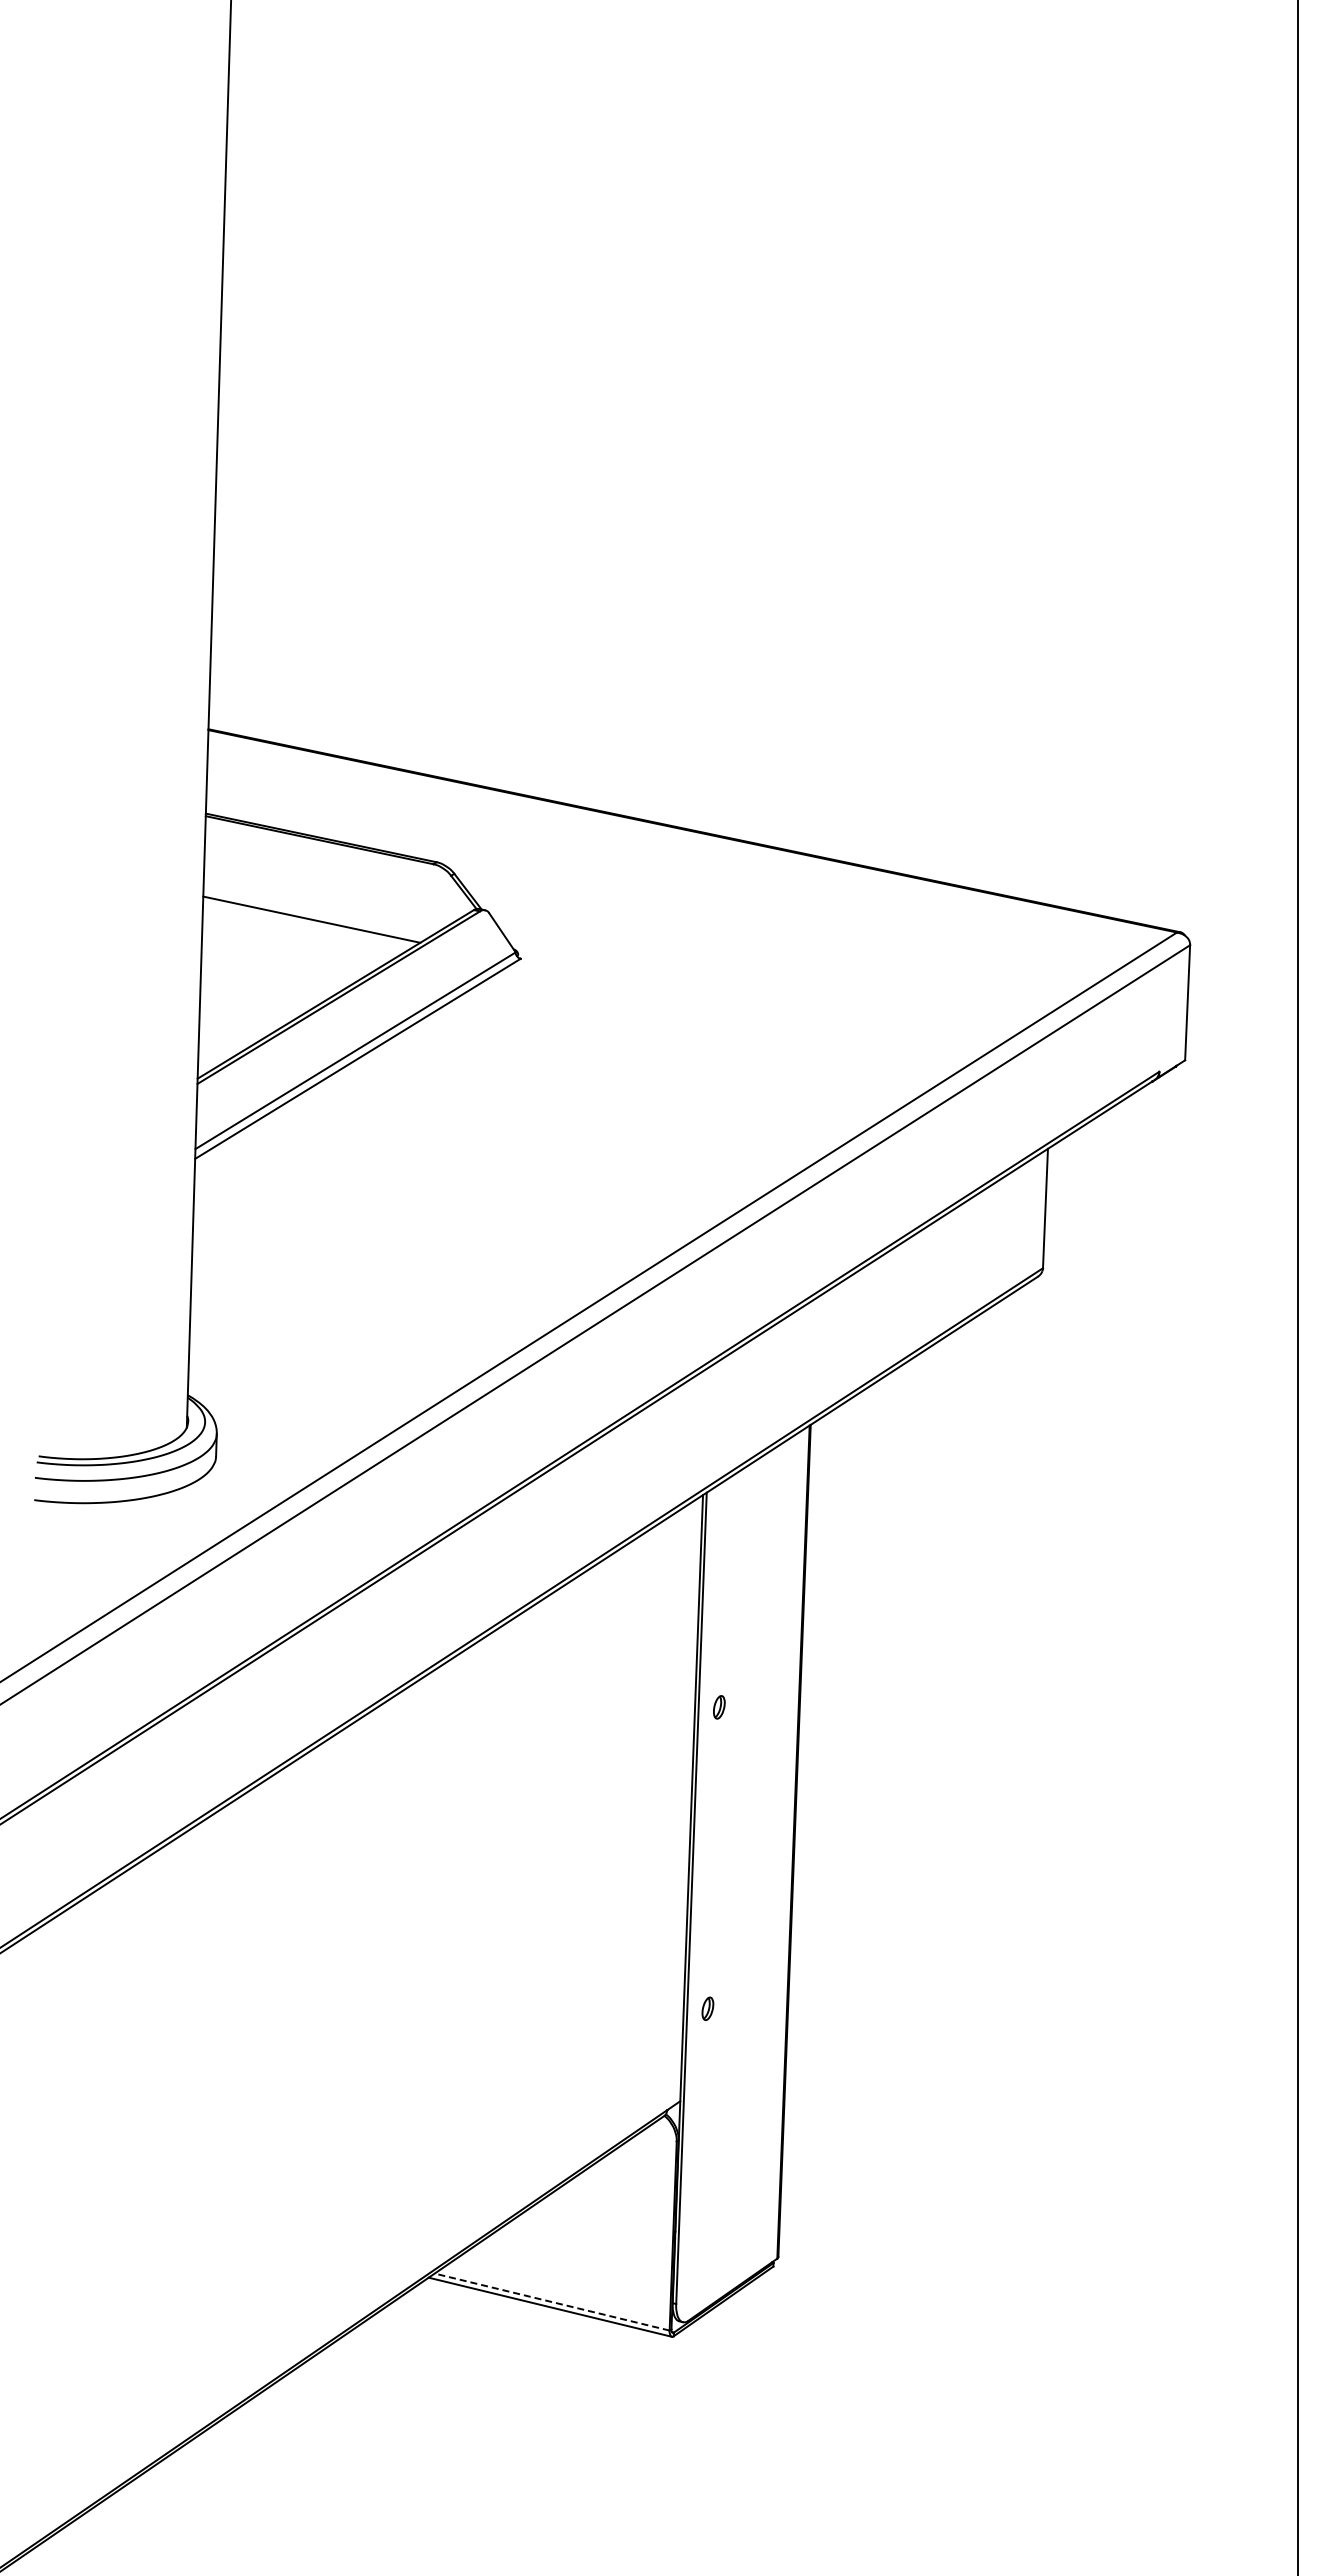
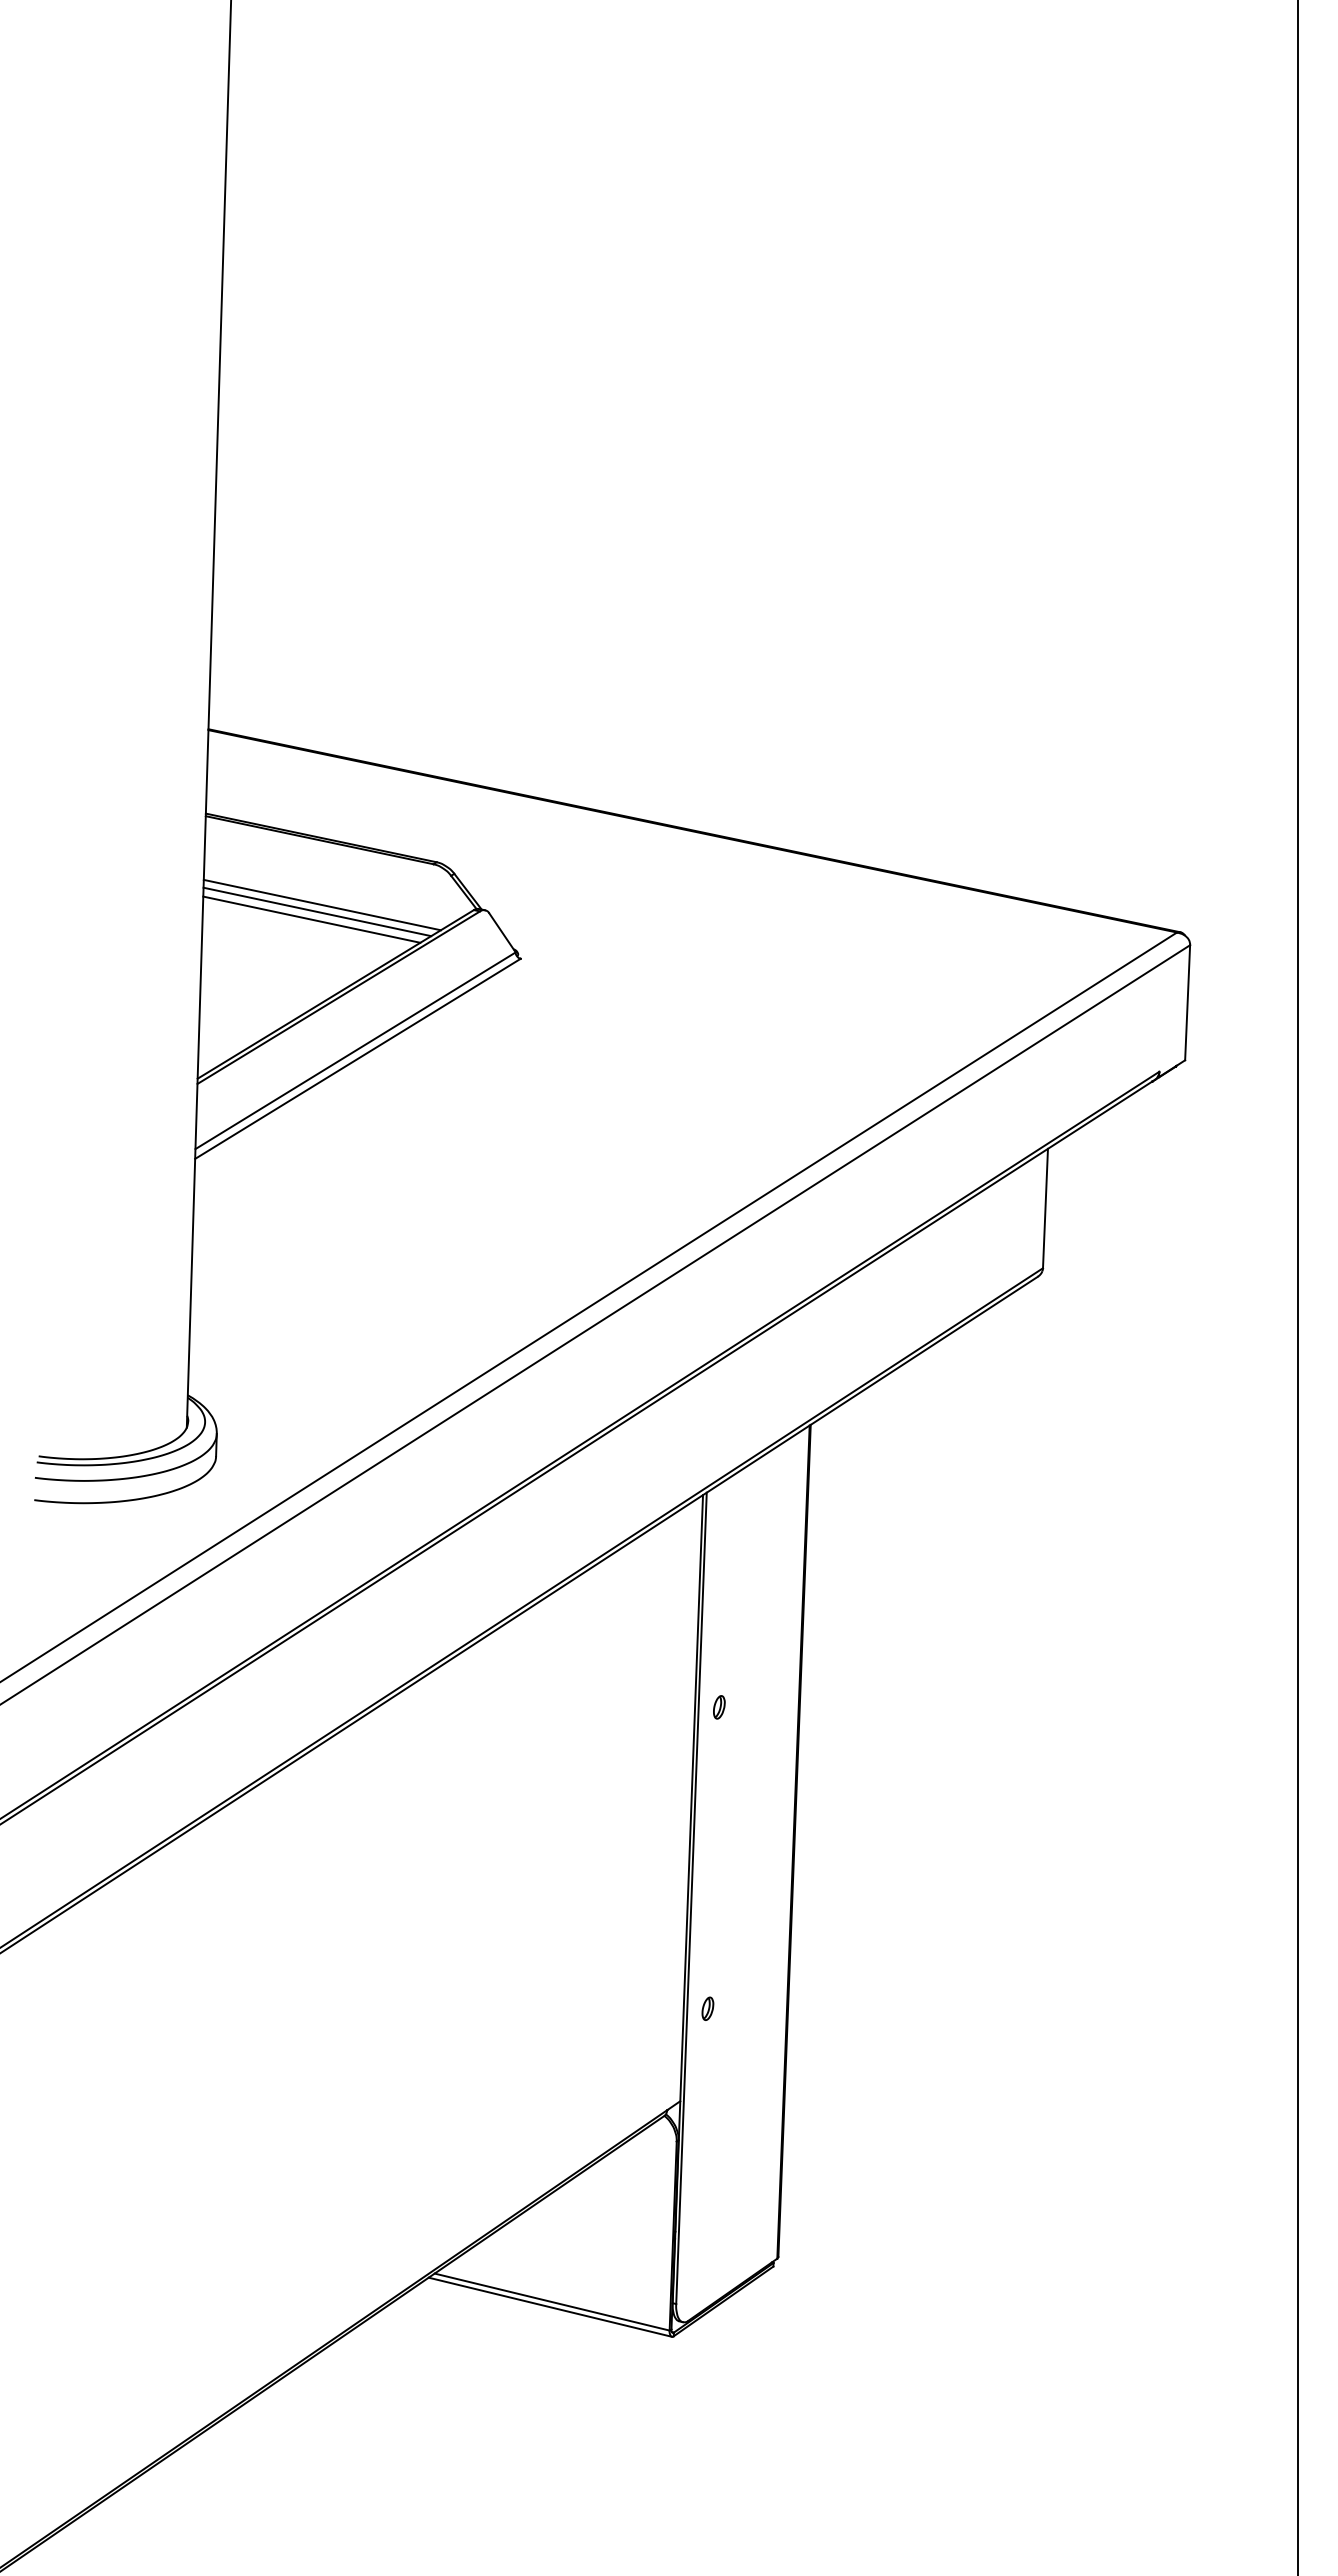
line at (321, 904): none -> present
line at (317, 911): none -> present
line at (552, 2302): dashed -> solid
